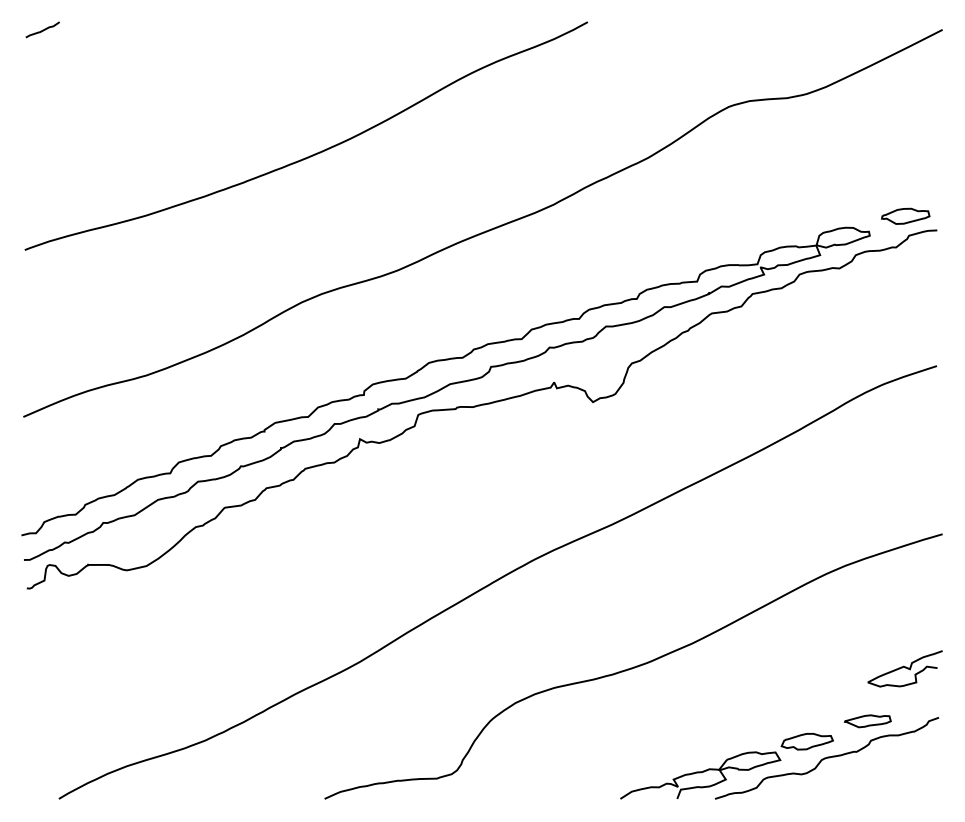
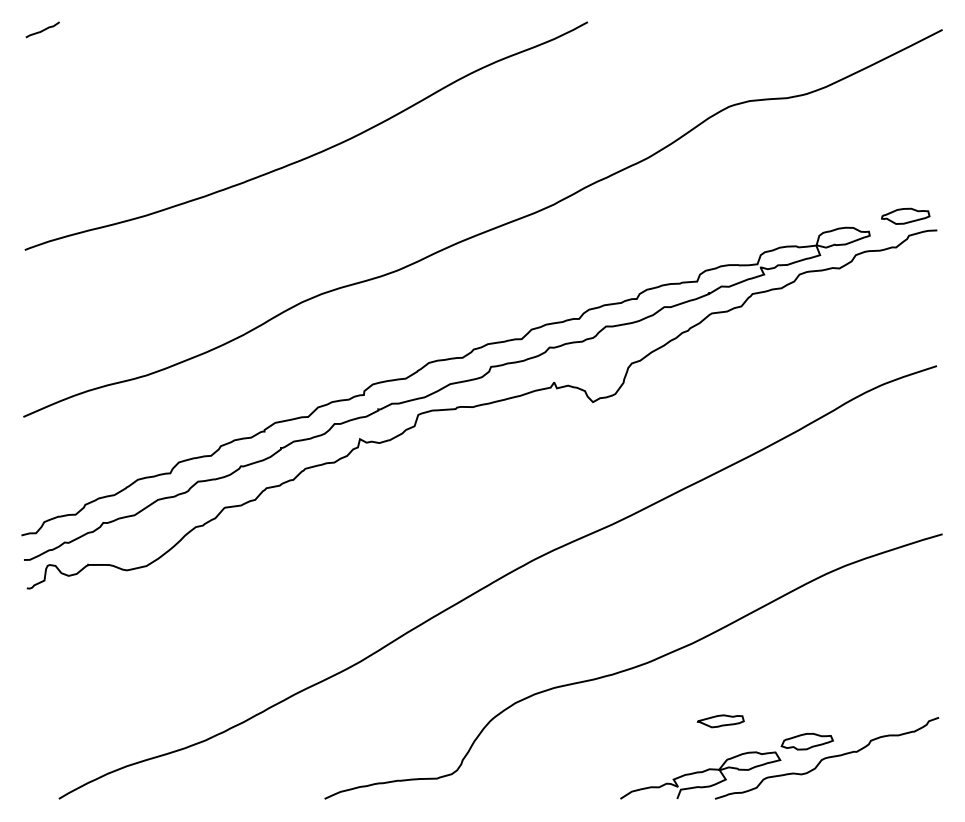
curve at (904, 667): present -> none
part at (867, 721) position: (867, 721) -> (720, 721)
